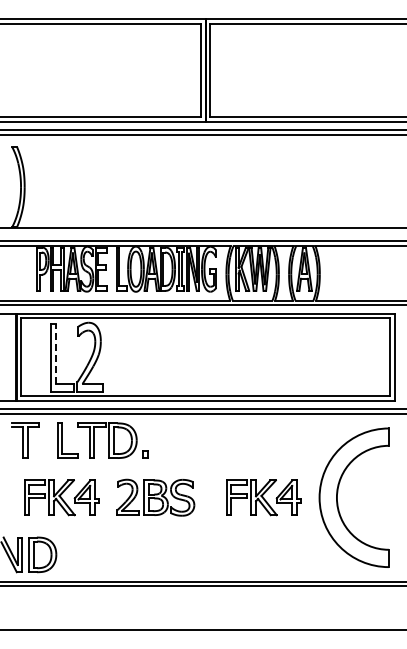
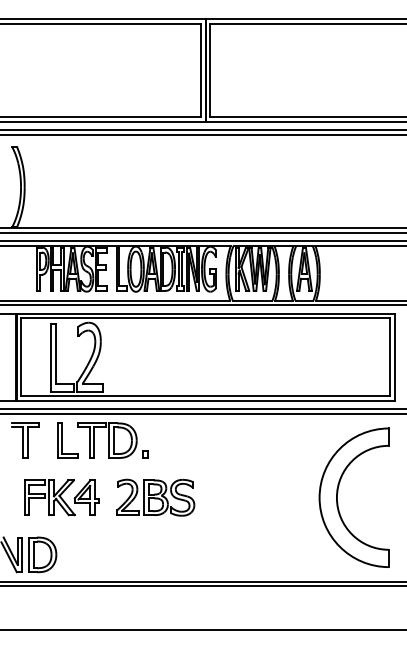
line at (202, 232): none -> present
line at (56, 353): dashed -> solid
part at (263, 497): present -> none
